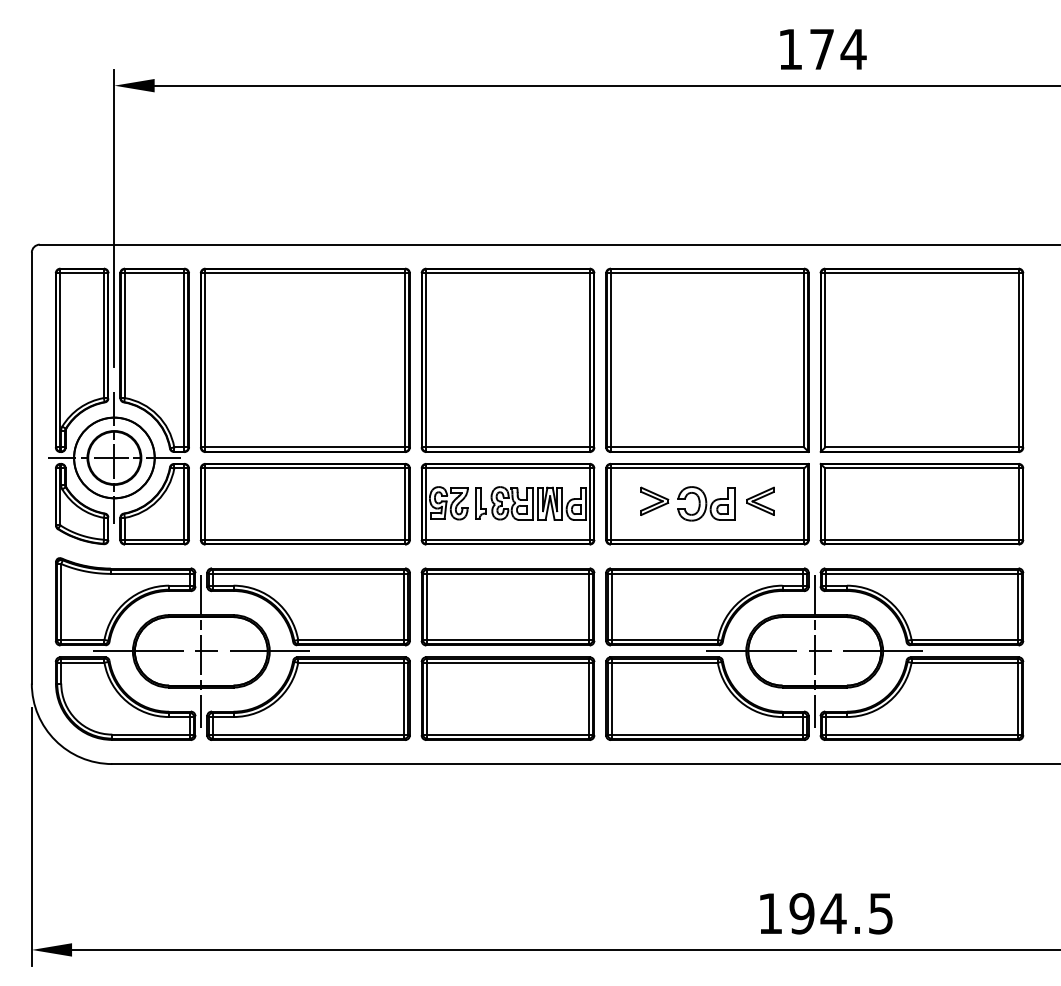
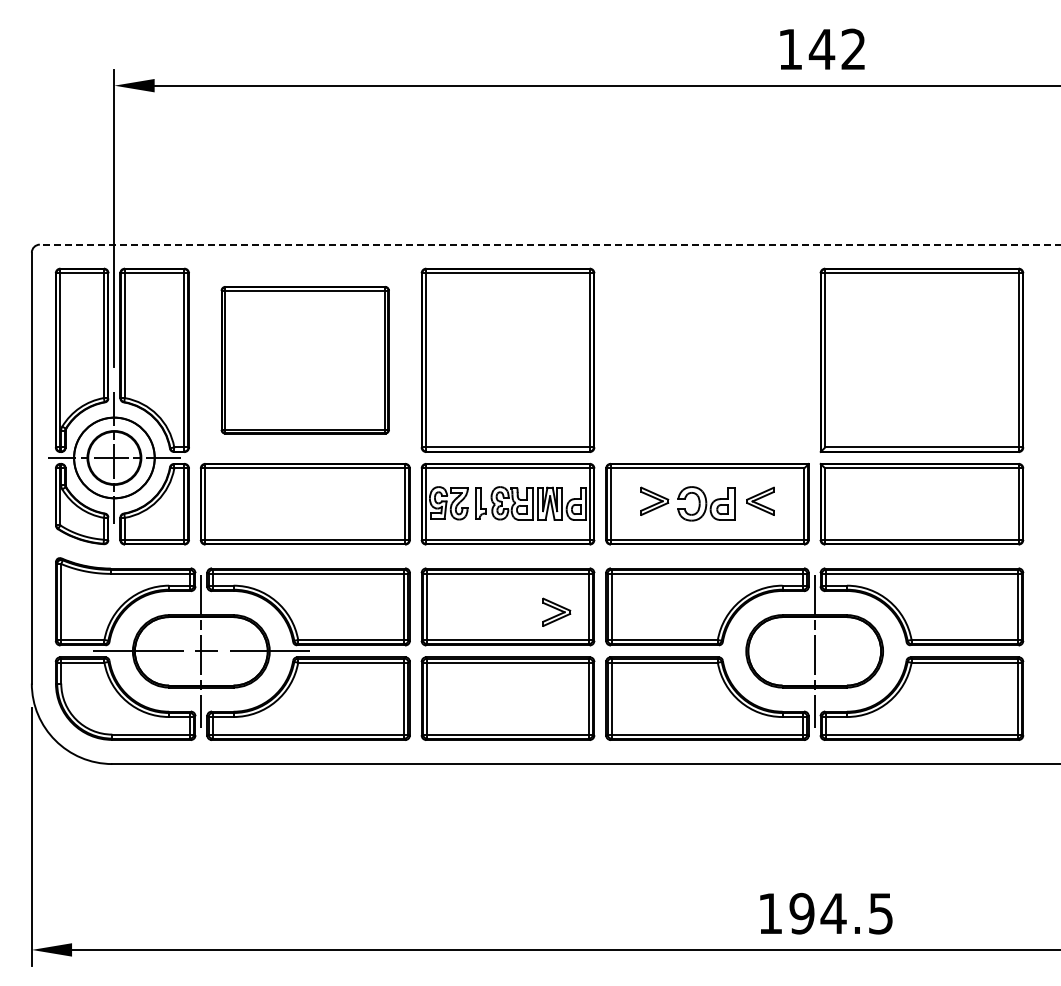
text at (837, 48): 174 -> 142
line at (549, 244): solid -> dashed
part at (304, 359) size: 212x186 px -> 170x149 px
part at (707, 359): present -> none
part at (556, 611): none -> present
line at (814, 651): present -> none
